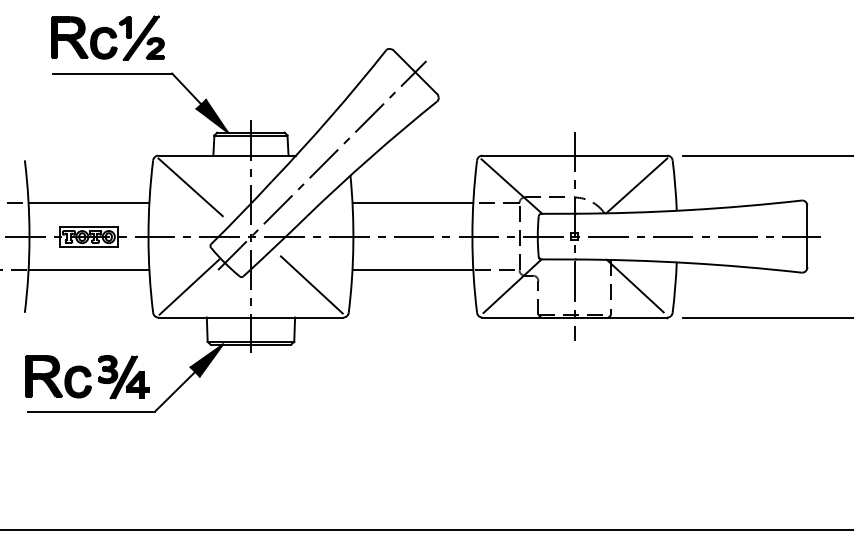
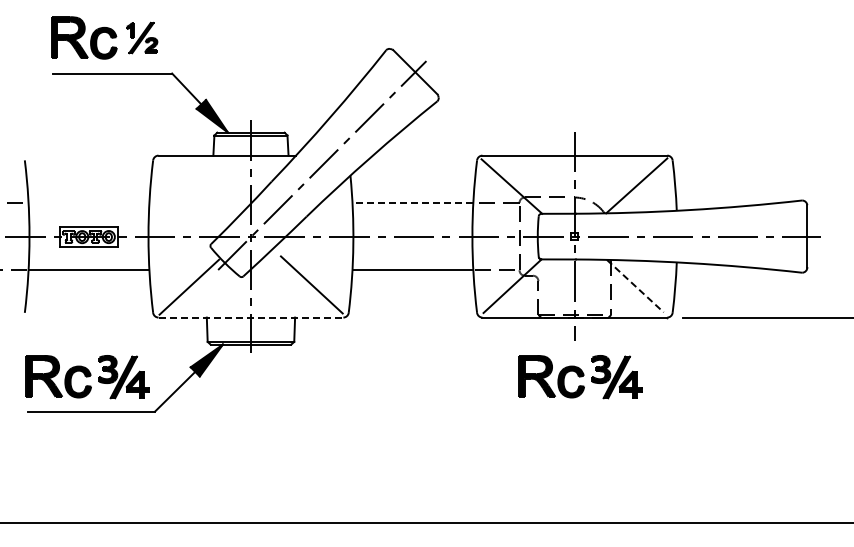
part at (141, 37) size: 46x46 px -> 33x34 px
line at (766, 155): present -> none
line at (190, 187): present -> none
line at (88, 202): present -> none
line at (412, 202): solid -> dashed
line at (635, 286): solid -> dashed
line at (251, 317): solid -> dashed
part at (580, 377): none -> present
line at (426, 530) position: (426, 530) -> (426, 523)
